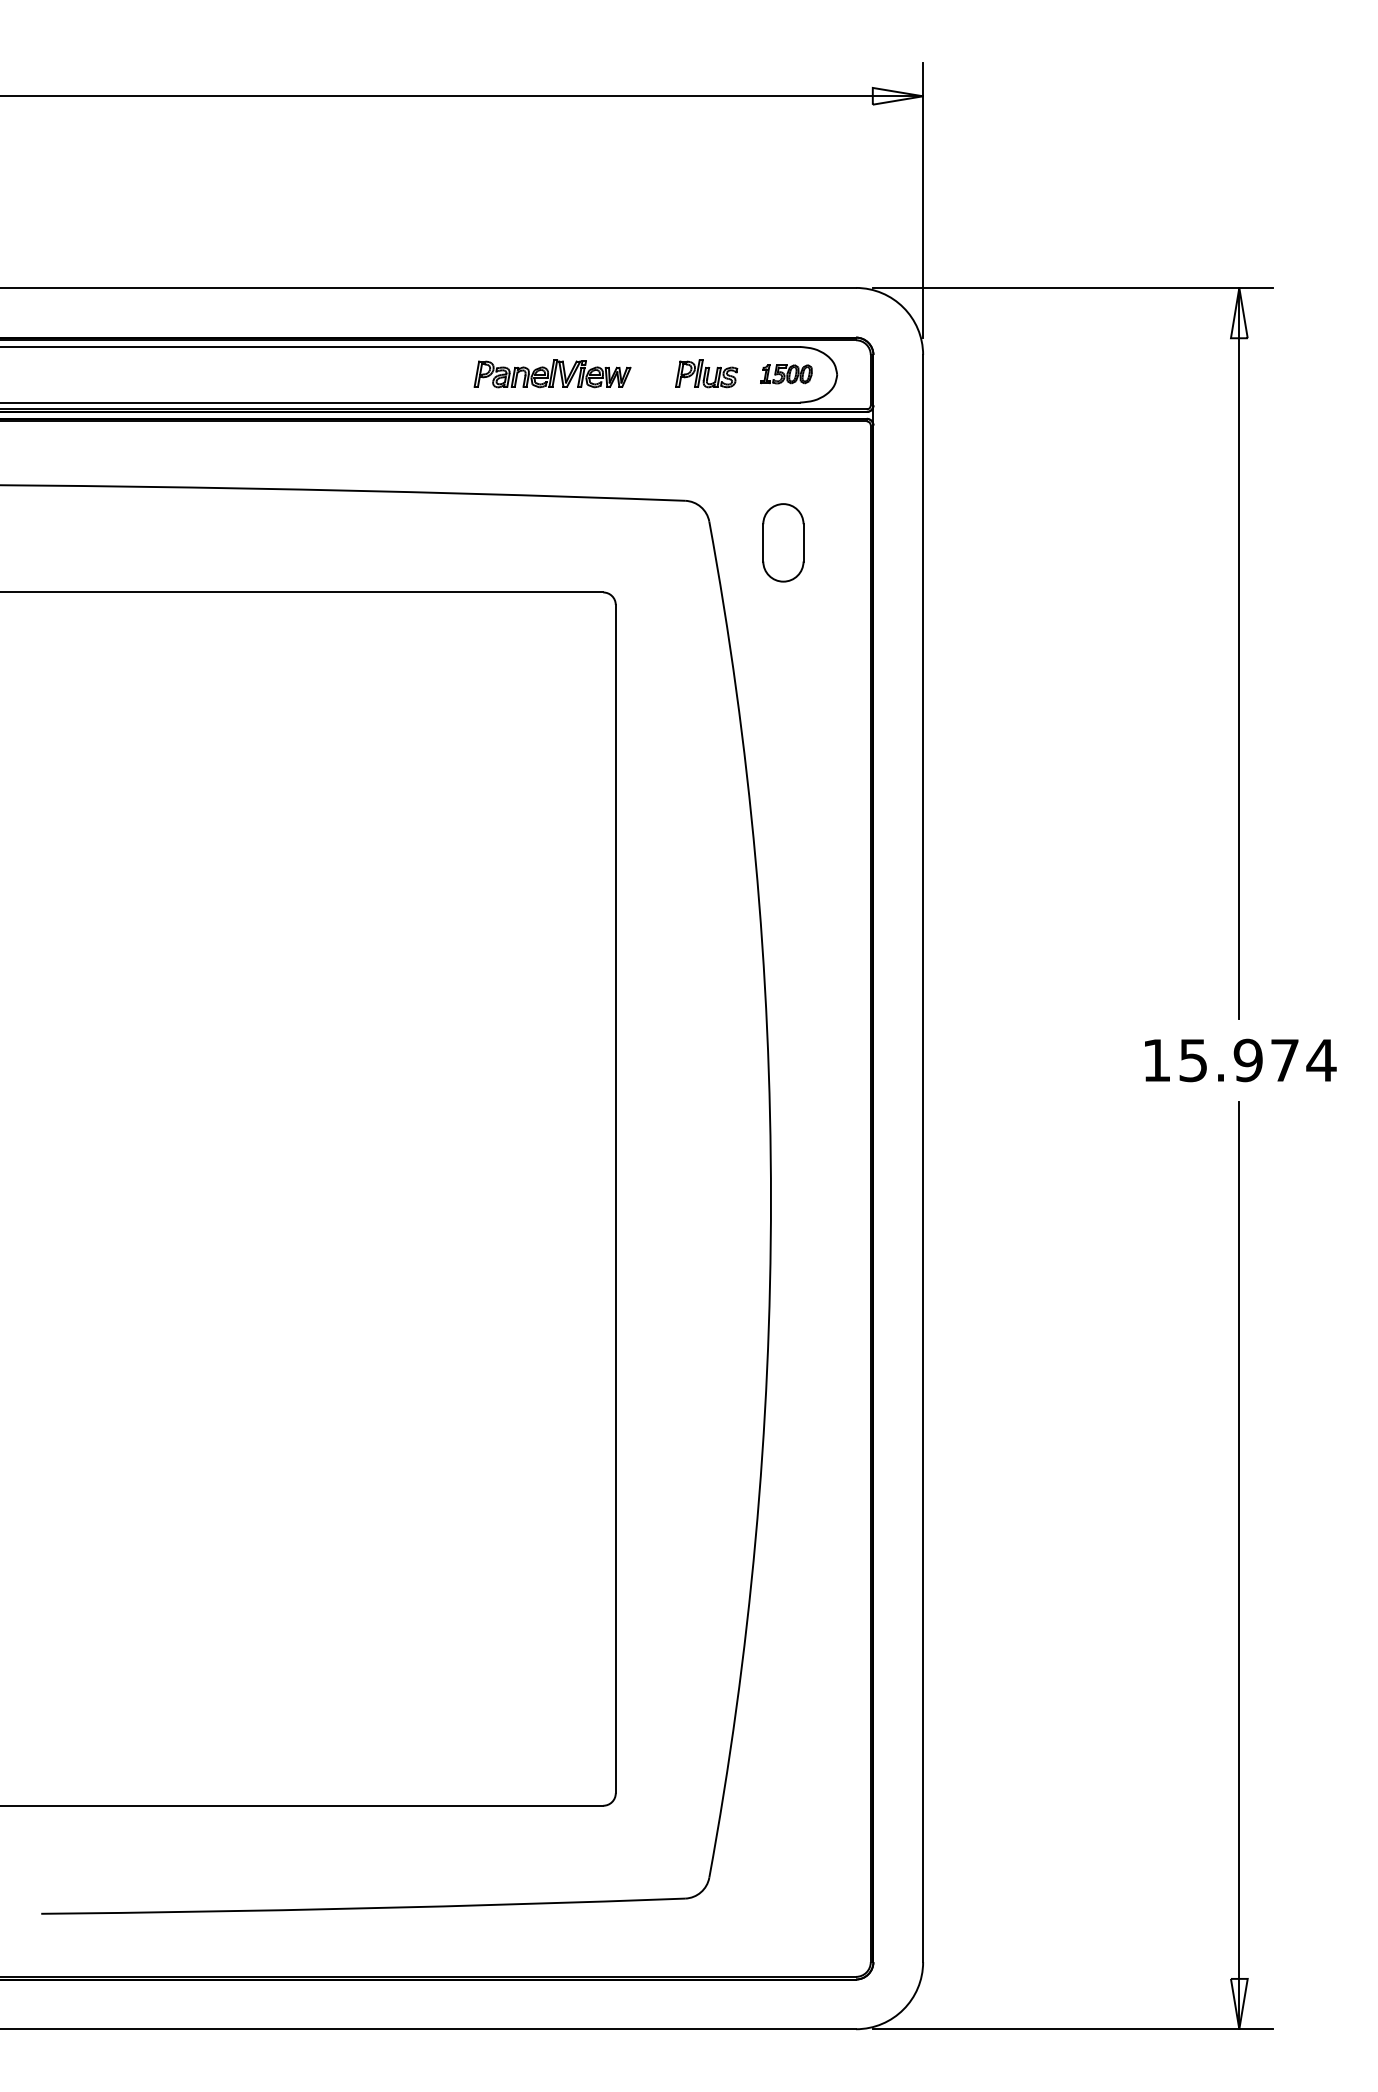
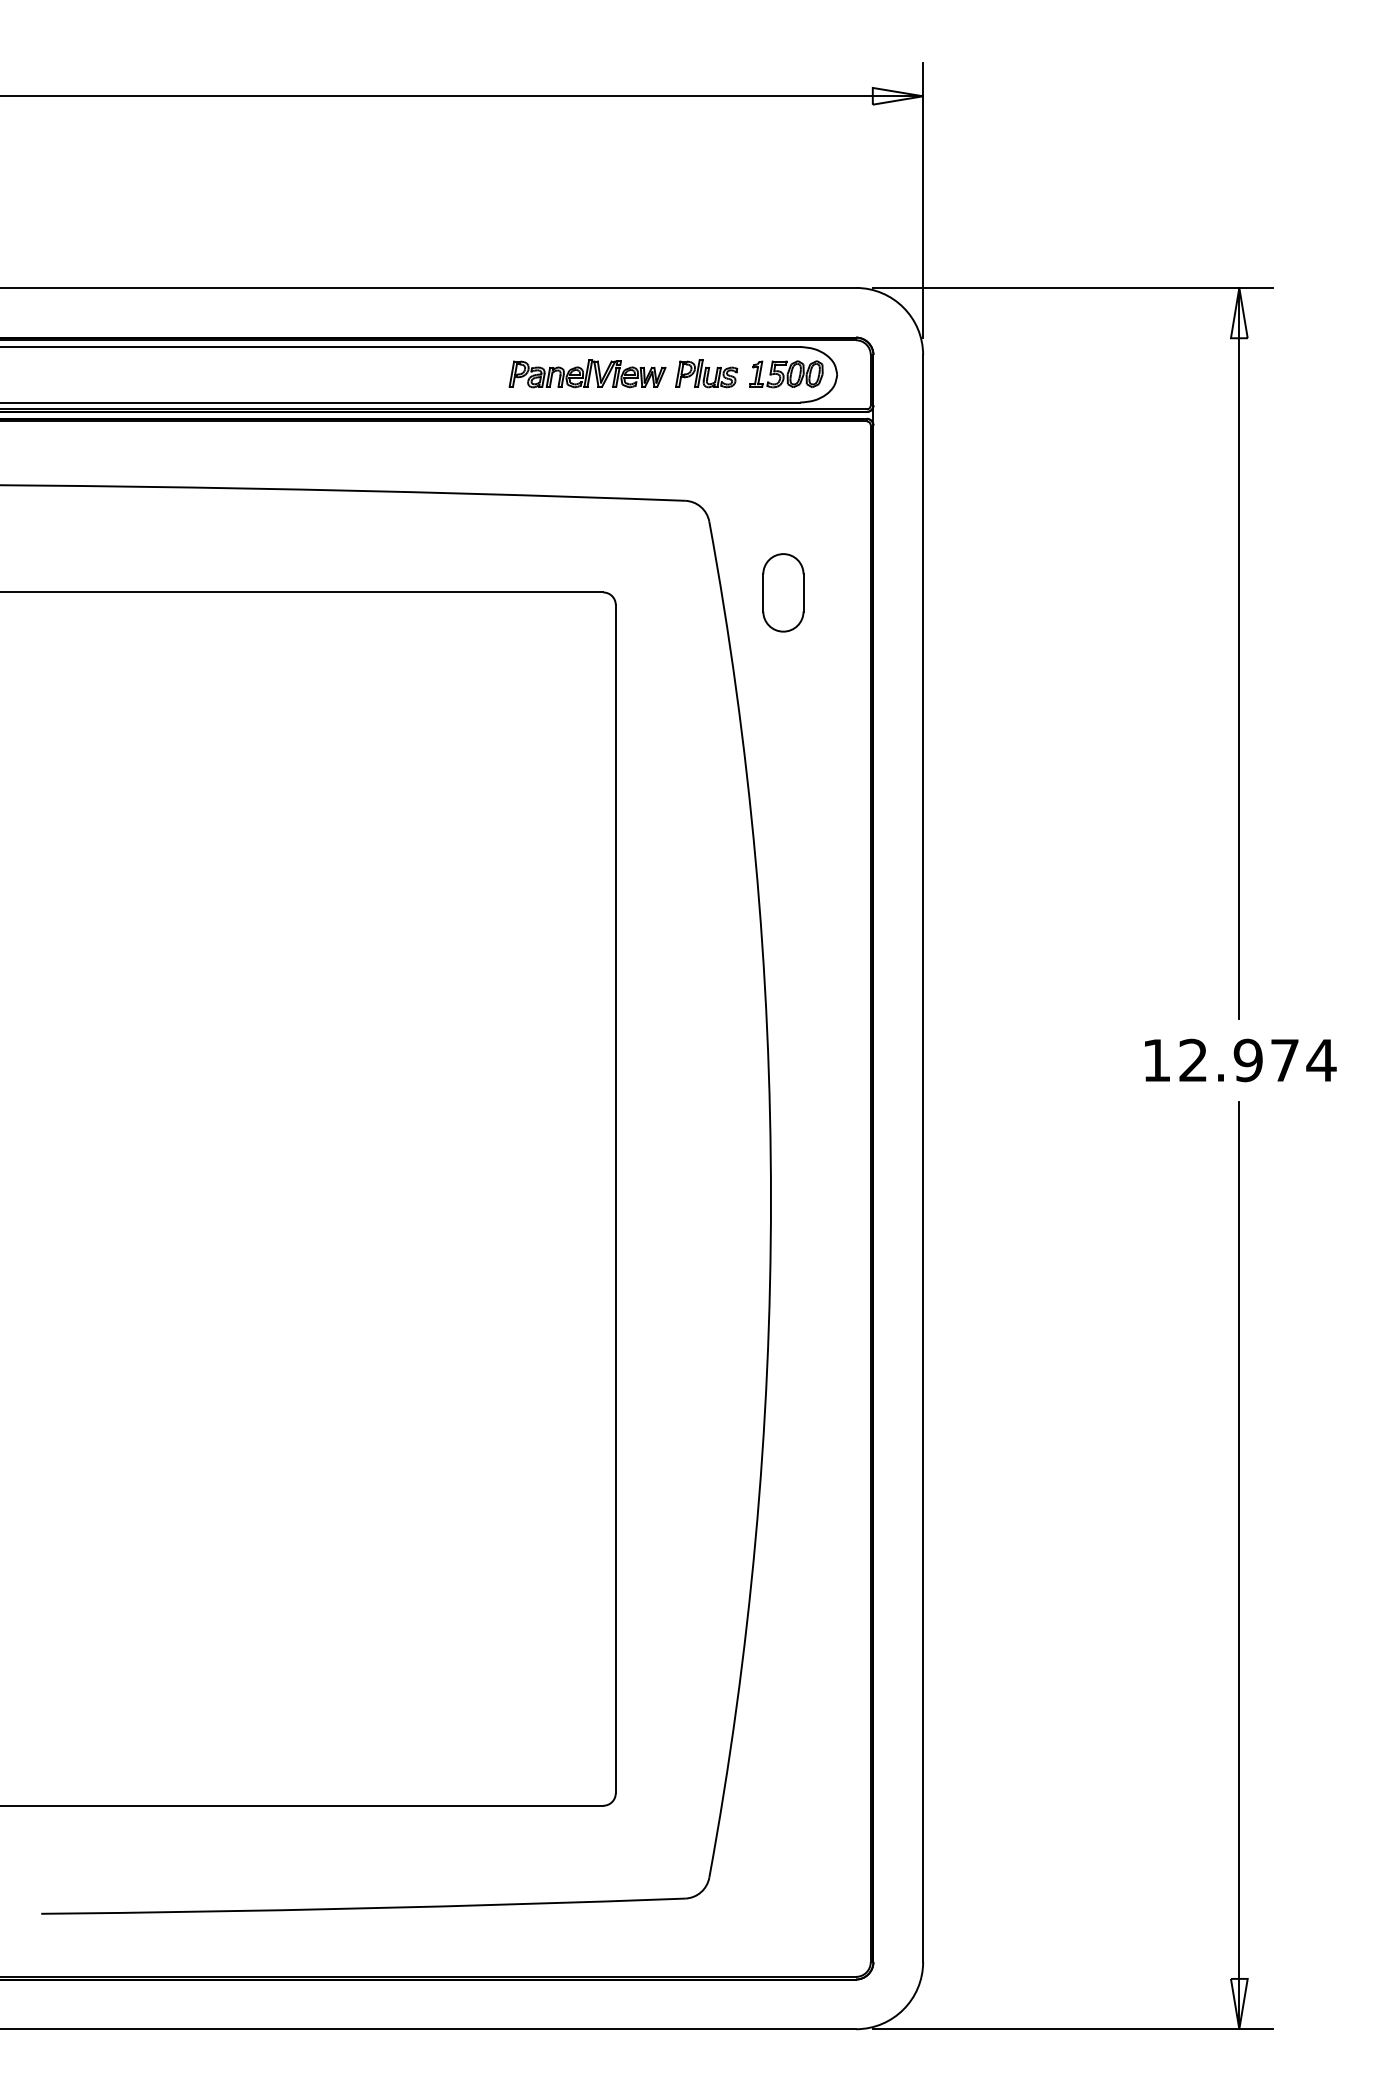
part at (552, 373) position: (552, 373) -> (587, 373)
part at (786, 374) size: 53x21 px -> 75x29 px
part at (783, 542) position: (783, 542) -> (783, 592)
text at (1192, 1060): 15.974 -> 12.974
